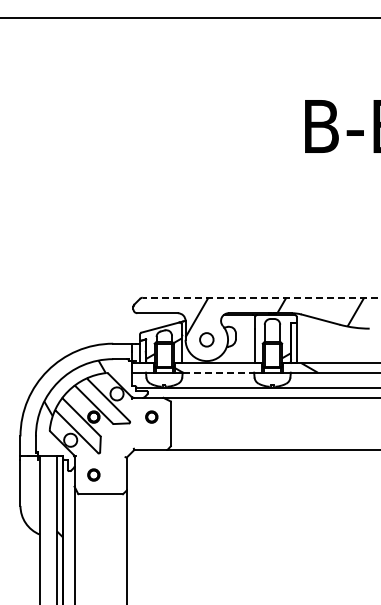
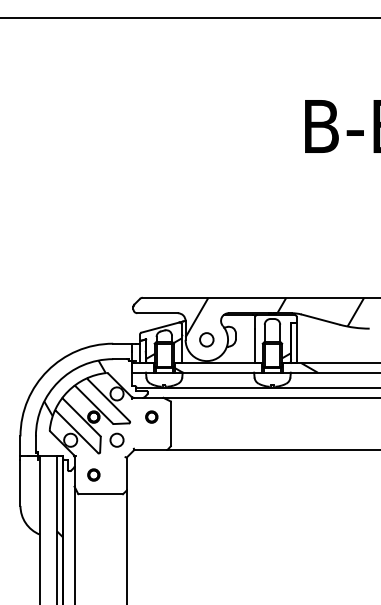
line at (261, 297): dashed -> solid
line at (218, 372): dashed -> solid
circle at (116, 439): none -> present
